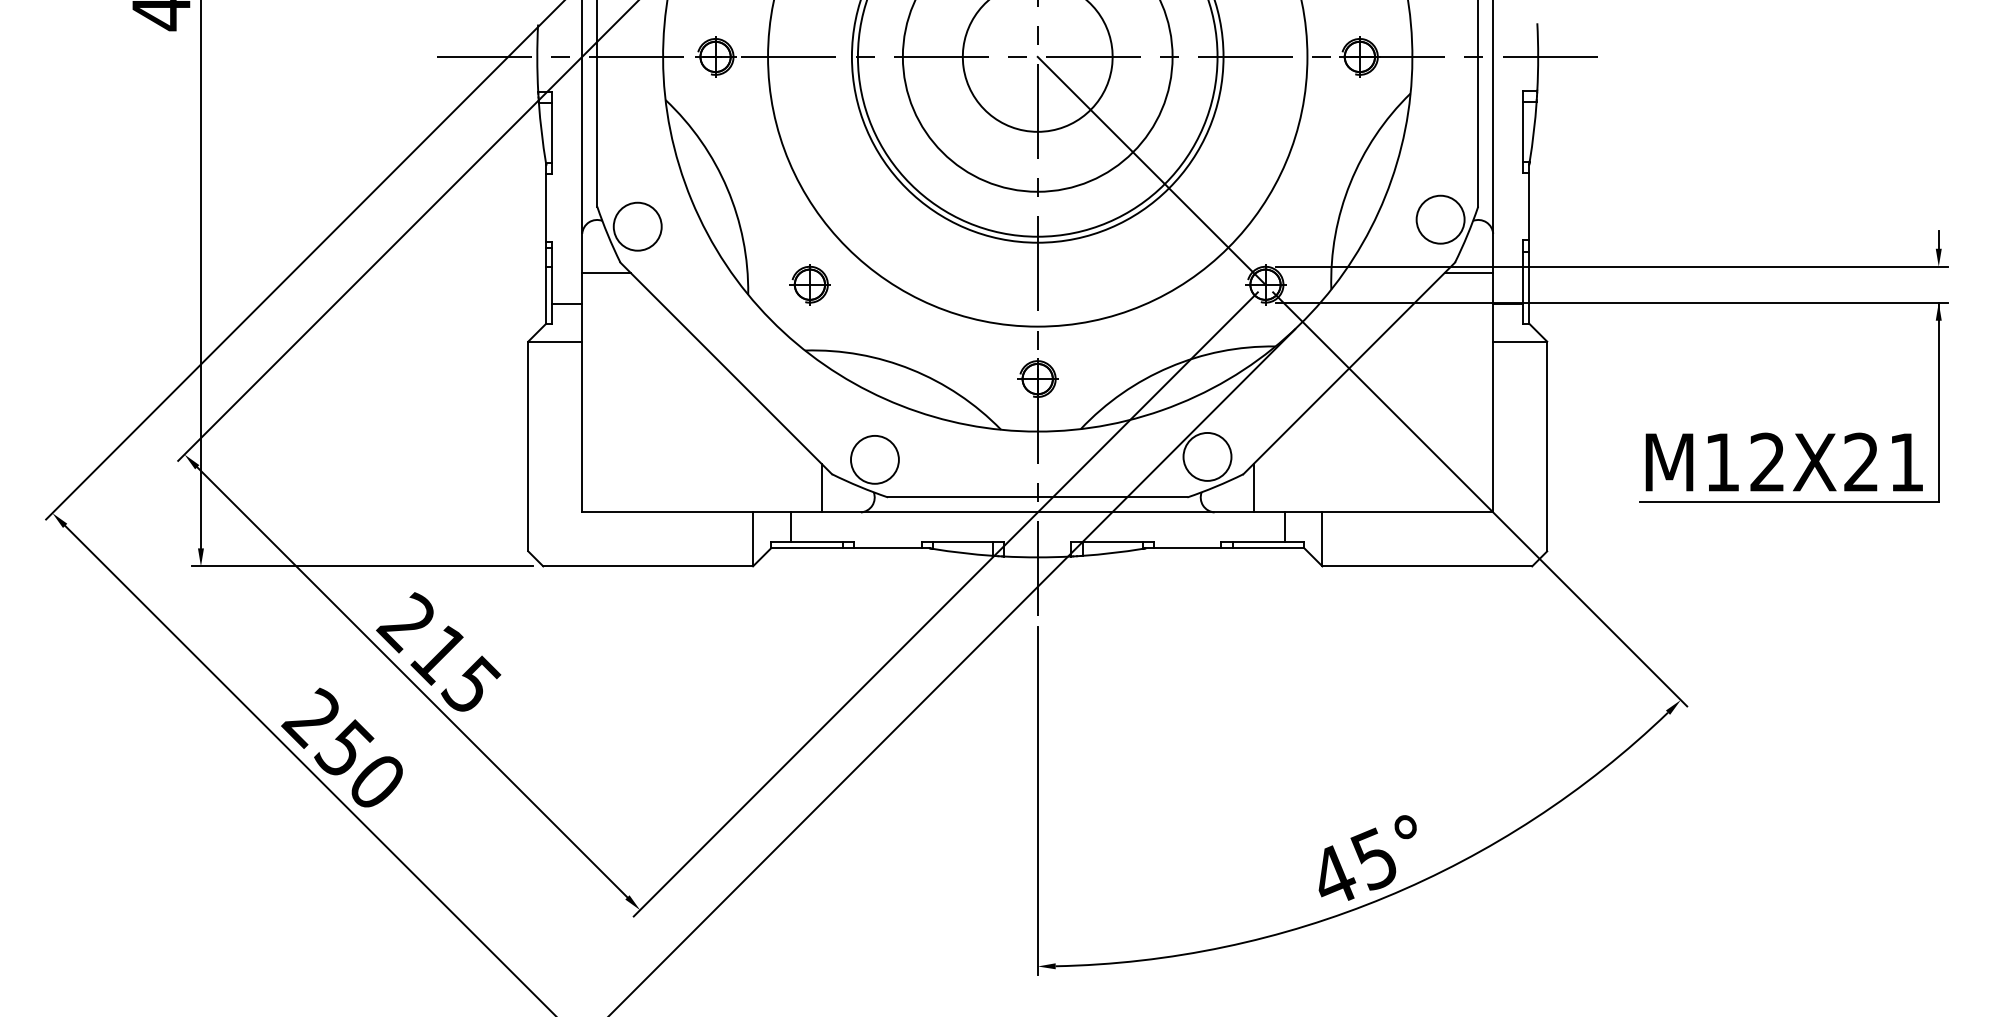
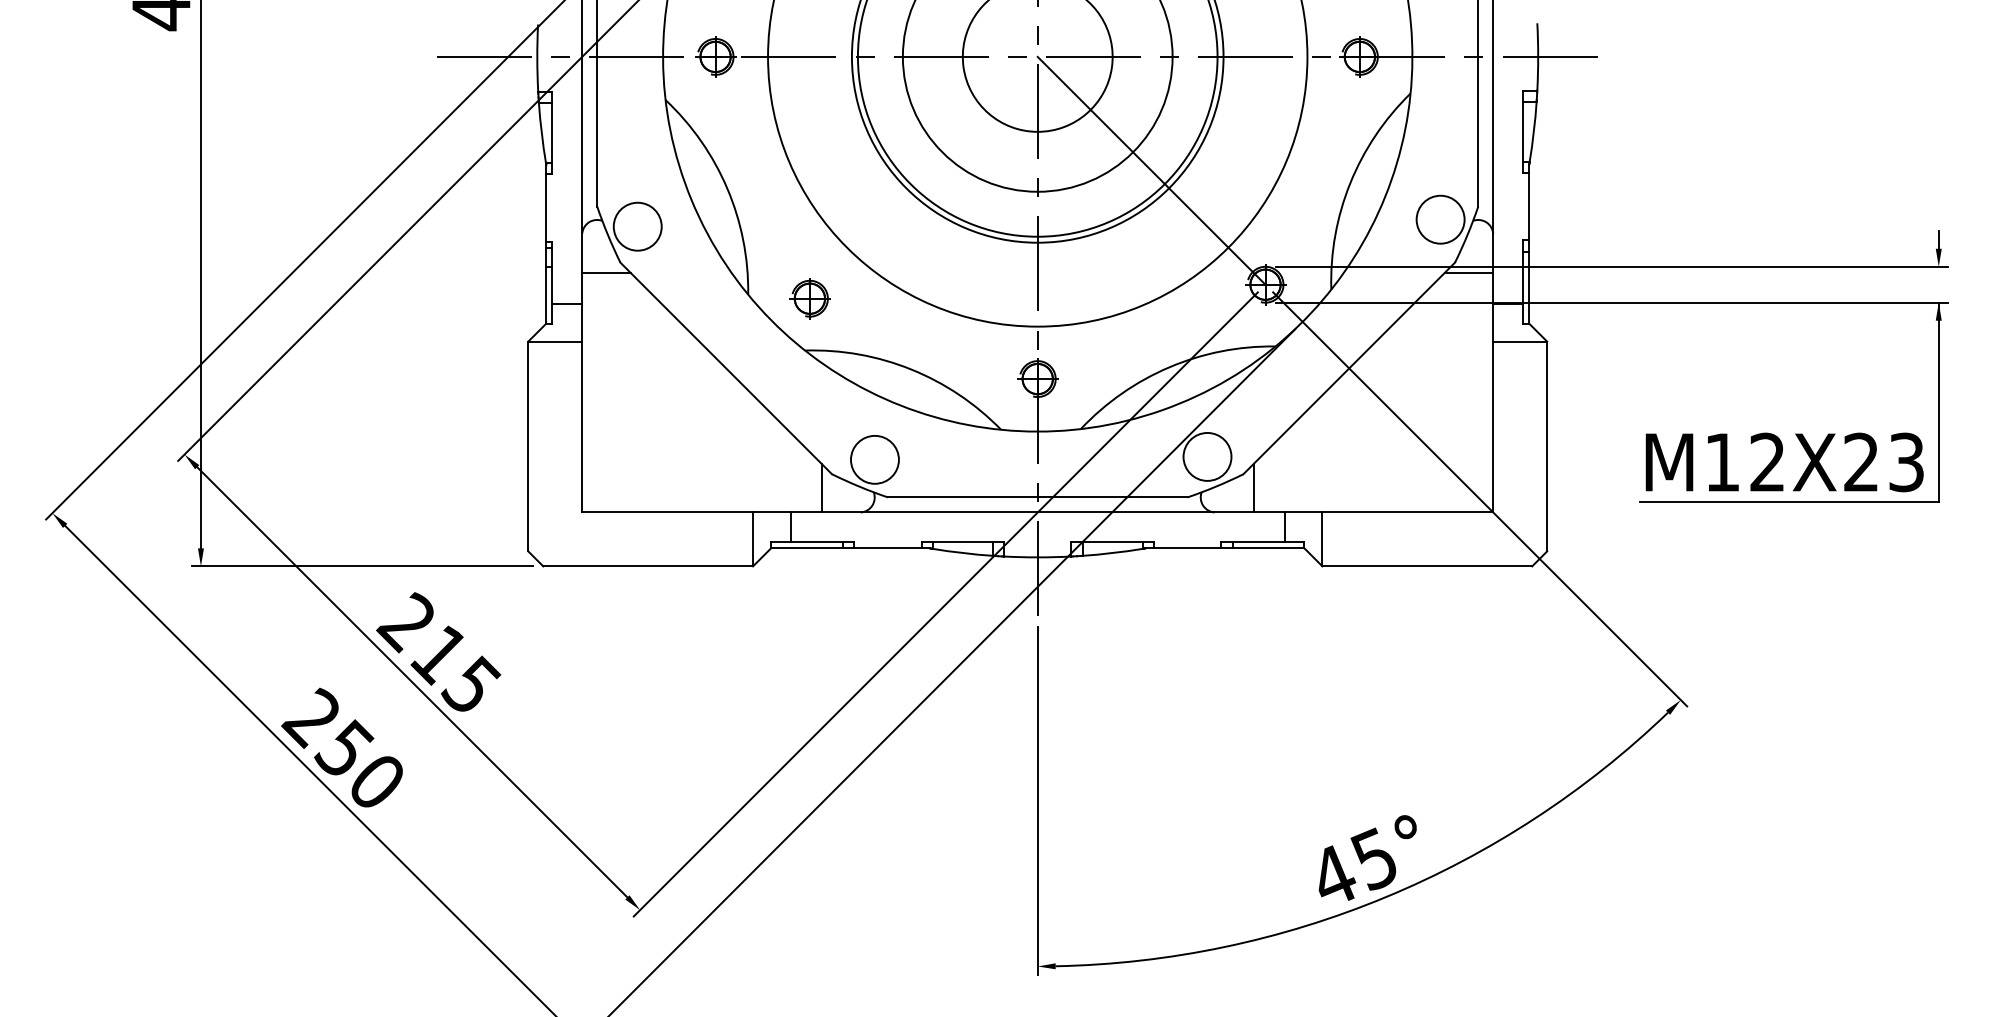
part at (809, 284) position: (809, 284) -> (809, 298)
text at (1906, 462): M12X21 -> M12X23
